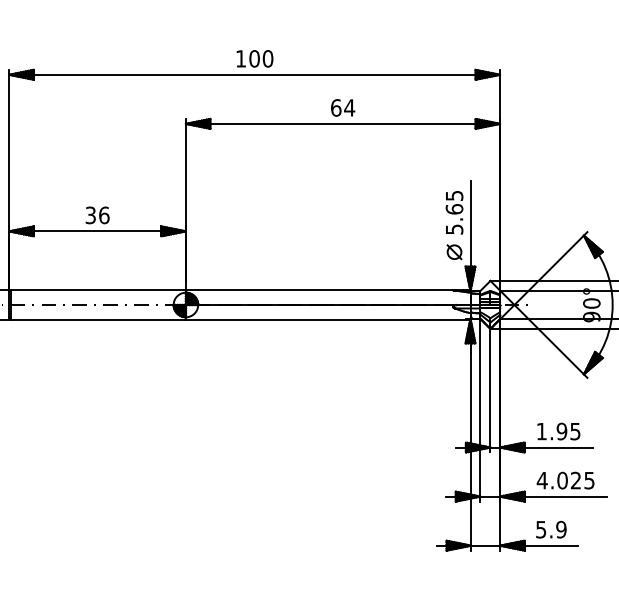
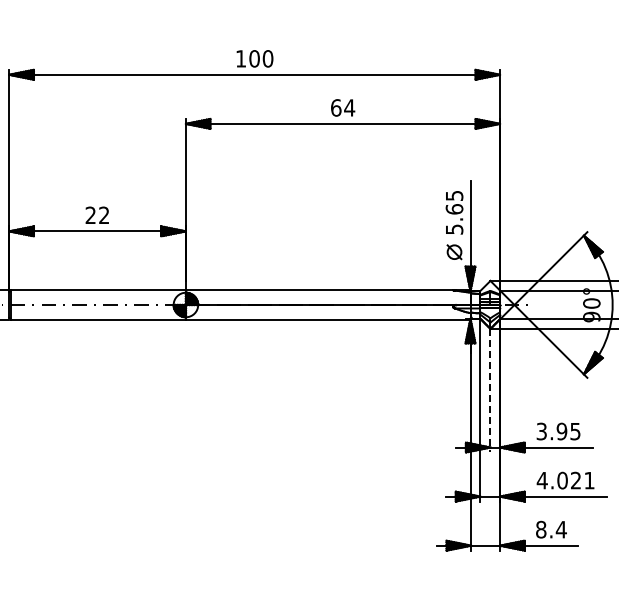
text at (97, 215): 36 -> 22
line at (490, 390): solid -> dashed
text at (541, 431): 1.95 -> 3.95
text at (589, 480): 4.025 -> 4.021
text at (551, 529): 5.9 -> 8.4
